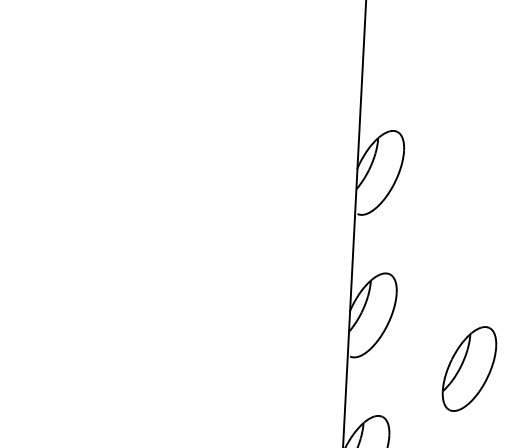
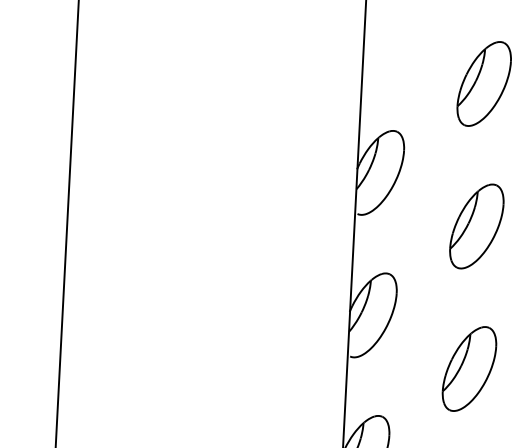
part at (483, 83): none -> present
line at (66, 223): none -> present
part at (476, 226): none -> present
